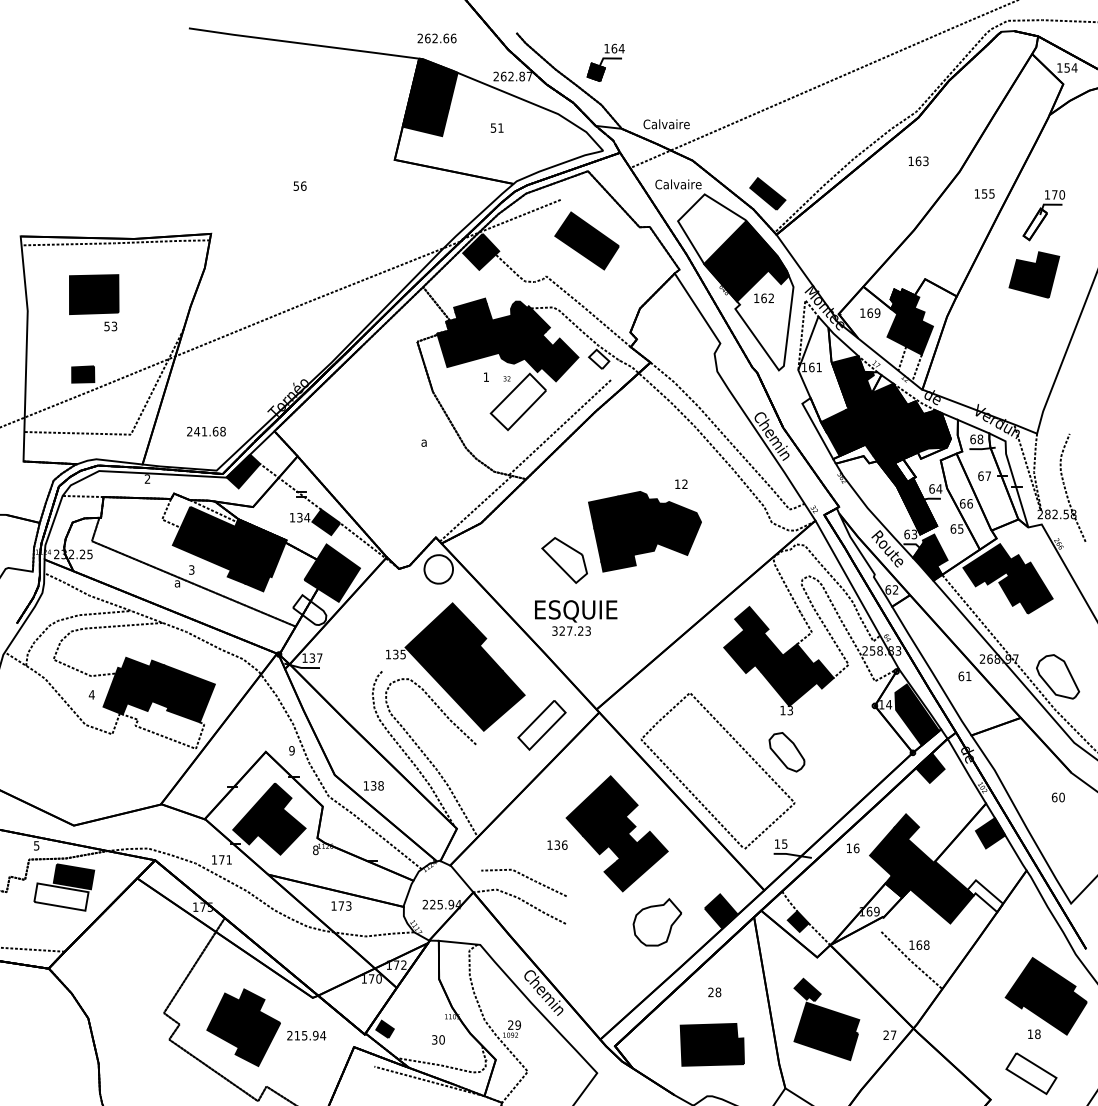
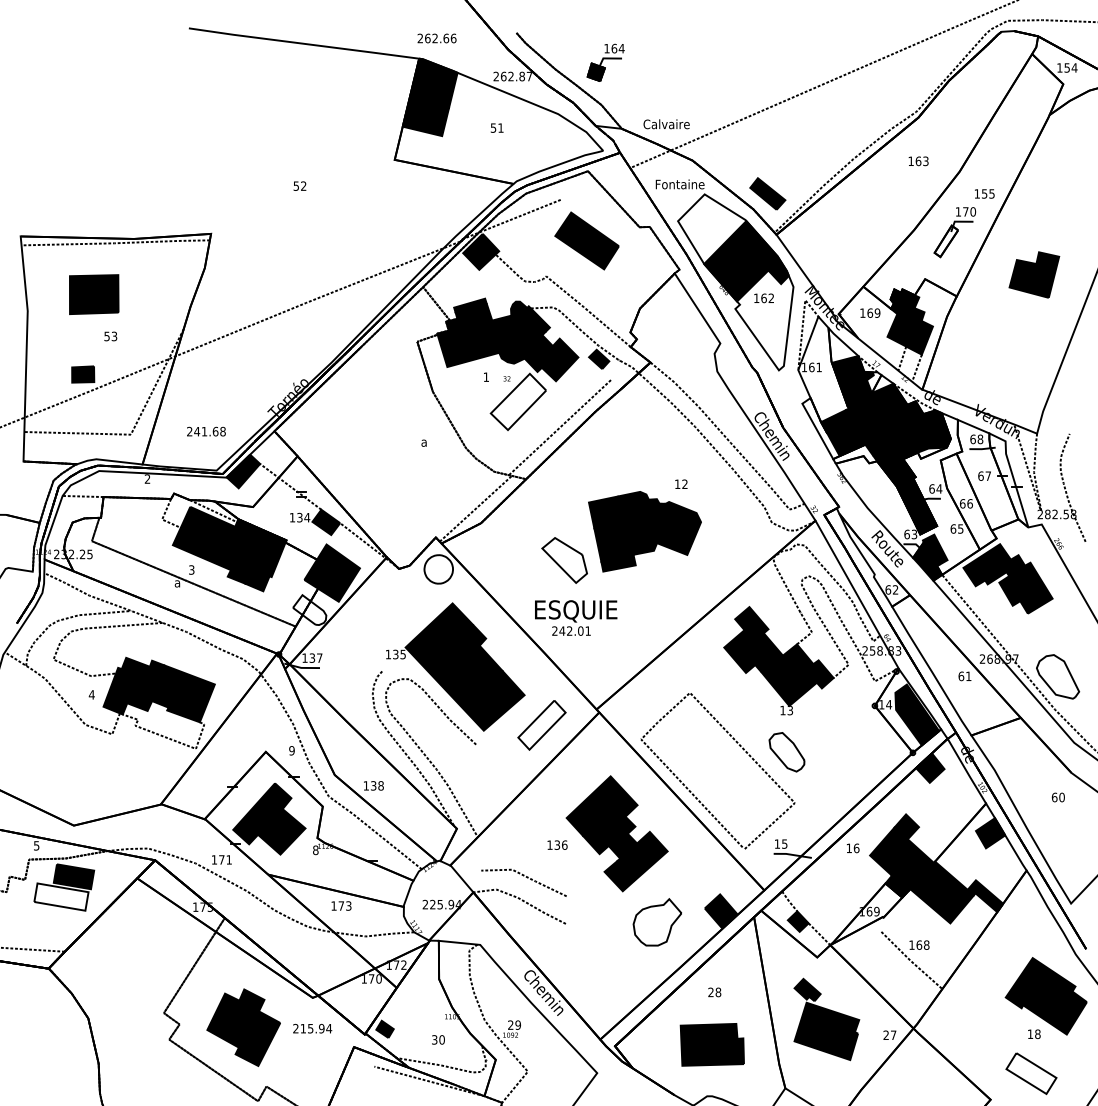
text at (679, 184): Calvaire -> Fontaine
text at (303, 185): 56 -> 52
part at (1043, 215) position: (1043, 215) -> (954, 232)
text at (110, 326) position: (110, 326) -> (110, 336)
fill at (599, 359): none -> present
fill at (904, 470): none -> present
text at (571, 630): 327.23 -> 242.01
fill at (985, 896): none -> present
text at (306, 1035) position: (306, 1035) -> (312, 1028)
